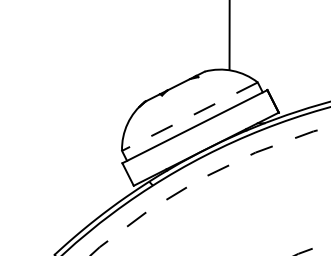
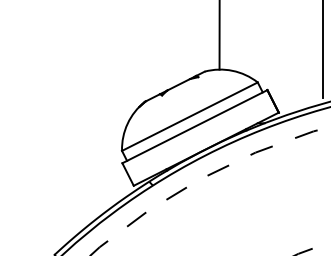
line at (229, 35) position: (229, 35) -> (219, 35)
line at (322, 49): none -> present
line at (189, 116): dashed -> solid
